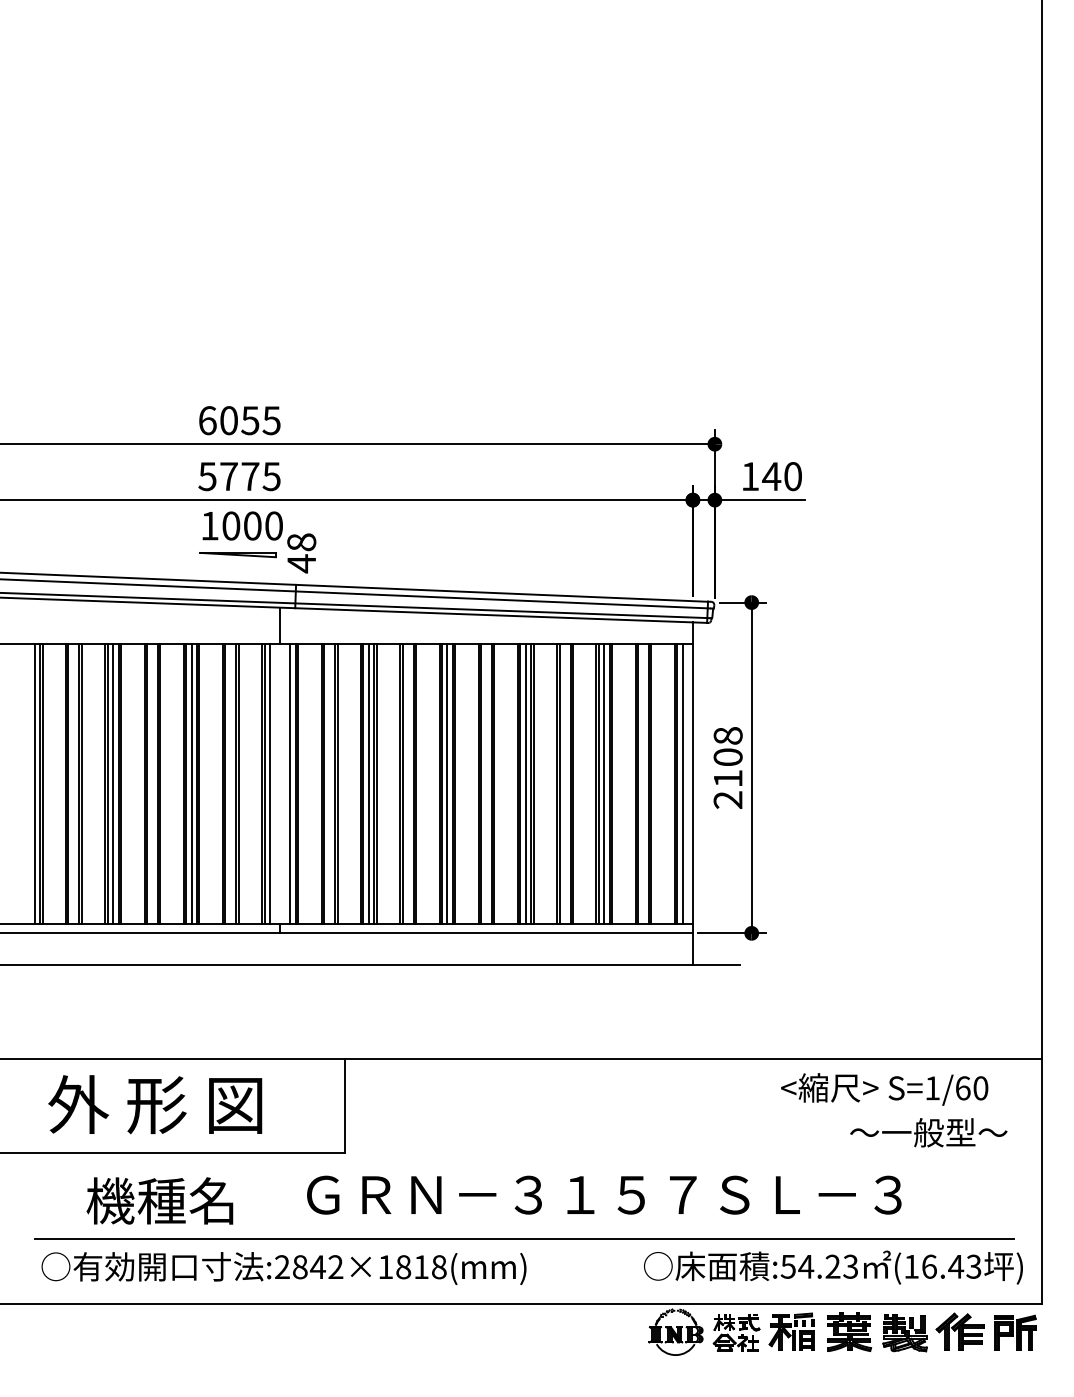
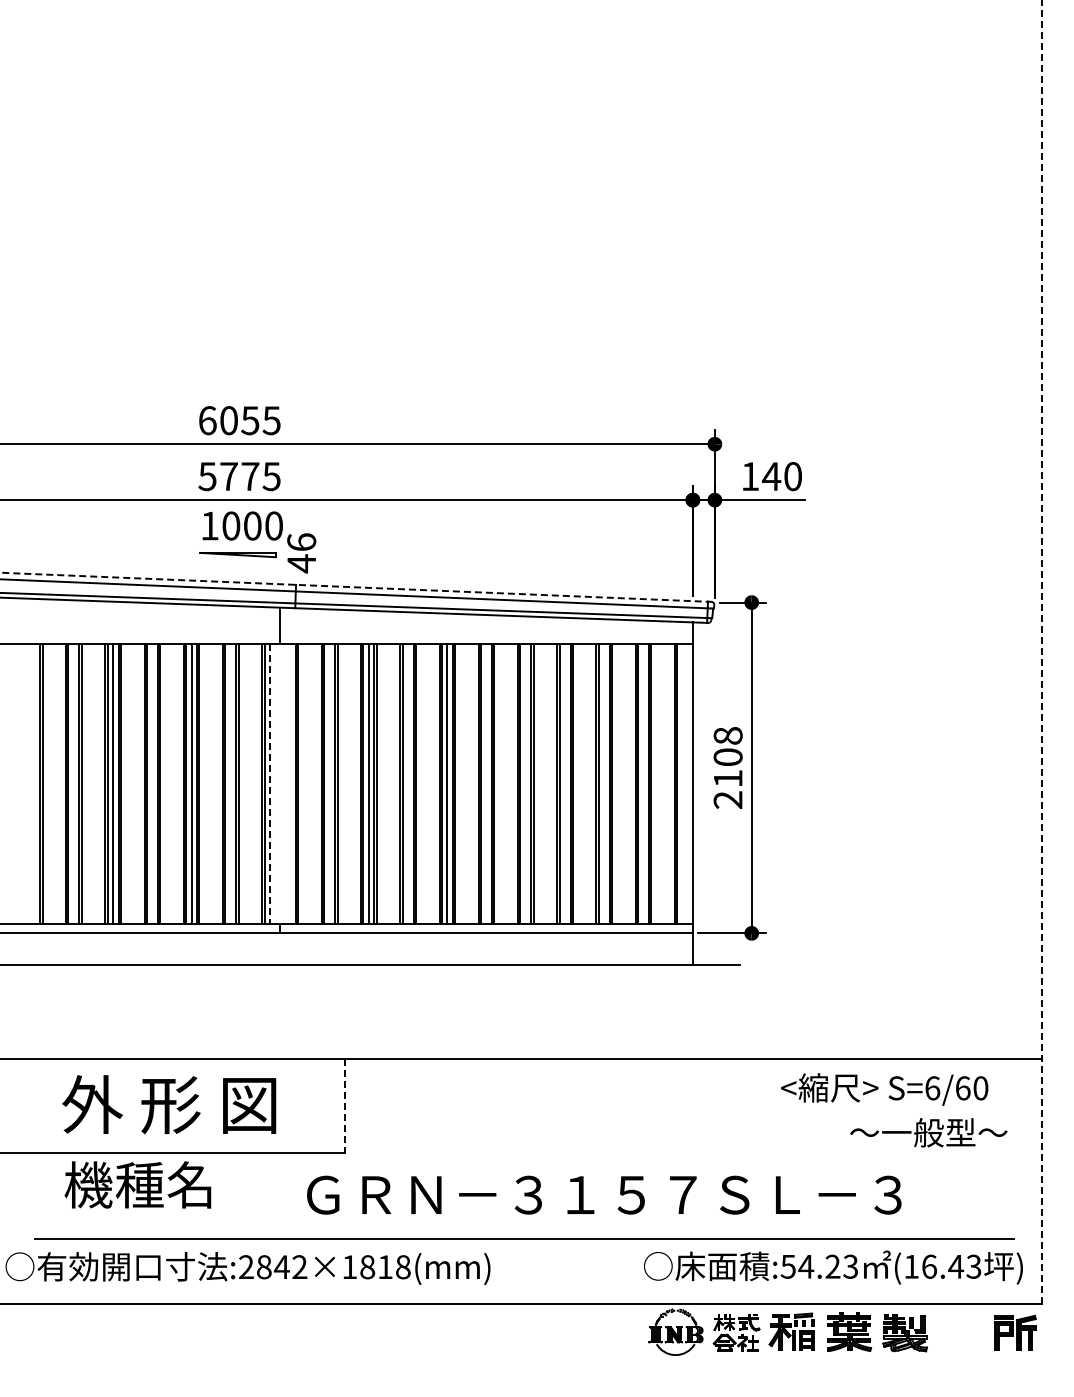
text at (301, 542): 48 -> 46
line at (354, 587): solid -> dashed
line at (1042, 652): solid -> dashed
line at (34, 783): present -> none
line at (290, 783): present -> none
line at (525, 783): present -> none
line at (604, 783): present -> none
line at (682, 783): present -> none
line at (270, 784): solid -> dashed
text at (932, 1088): S=1/60 -> S=6/60
text at (155, 1104) position: (155, 1104) -> (169, 1104)
line at (345, 1106): solid -> dashed
text at (159, 1200) position: (159, 1200) -> (137, 1184)
text at (283, 1268) position: (283, 1268) -> (247, 1268)
part at (959, 1331): present -> none
